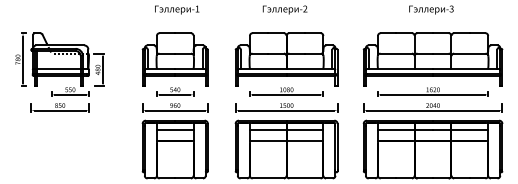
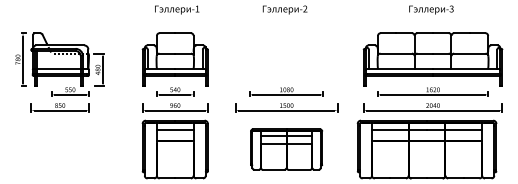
part at (286, 59): present -> none
part at (286, 149) size: 105x61 px -> 73x43 px
part at (432, 149) position: (432, 149) -> (426, 149)
